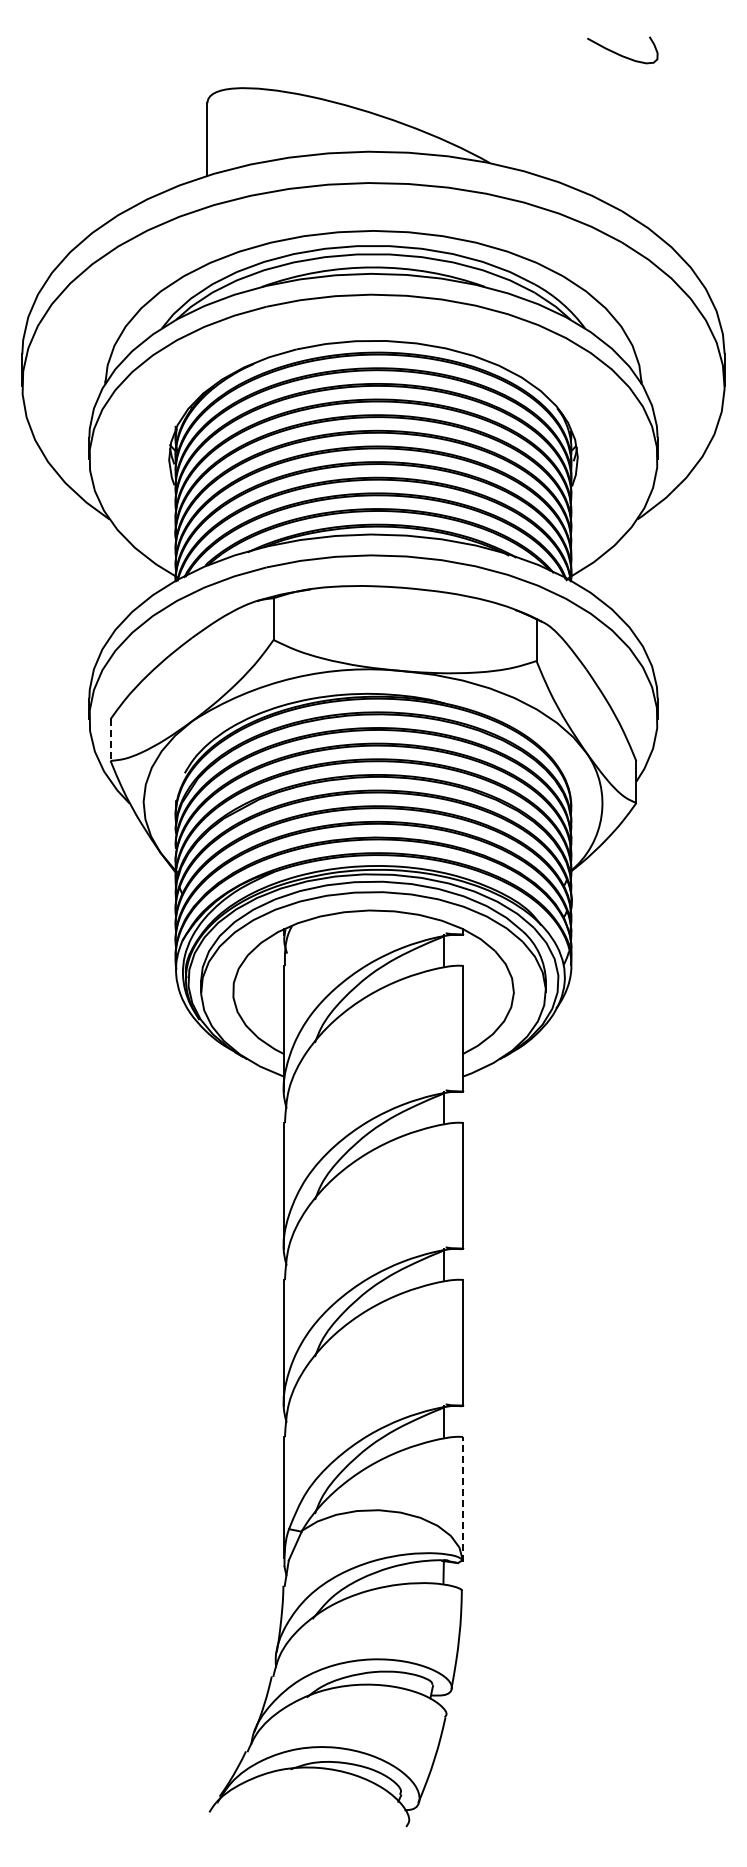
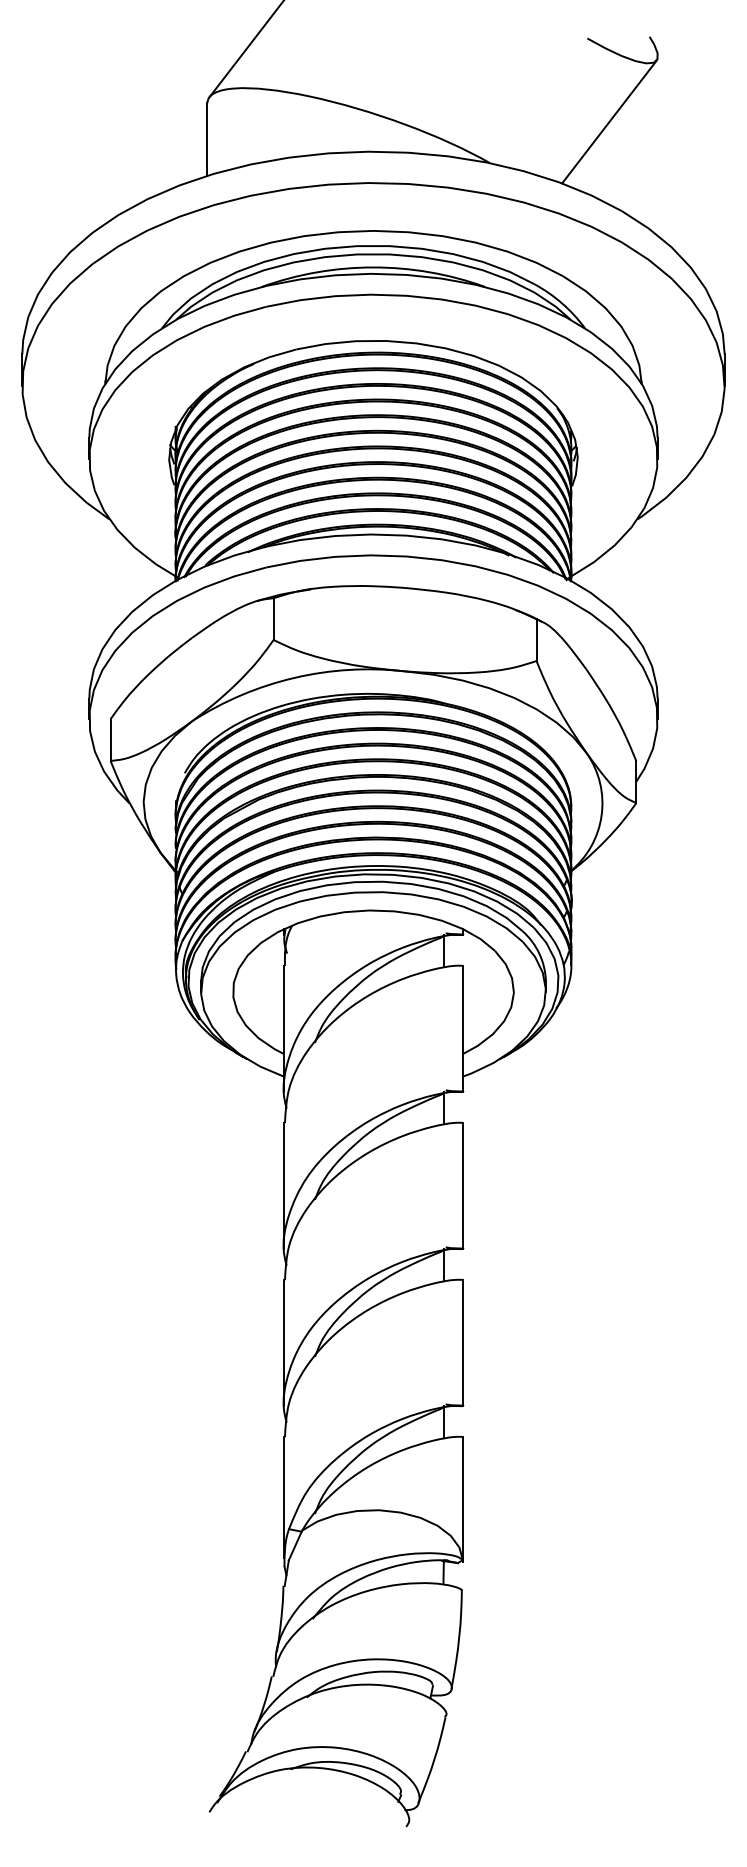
line at (245, 49): none -> present
line at (609, 121): none -> present
line at (110, 740): dashed -> solid
line at (462, 1498): dashed -> solid
